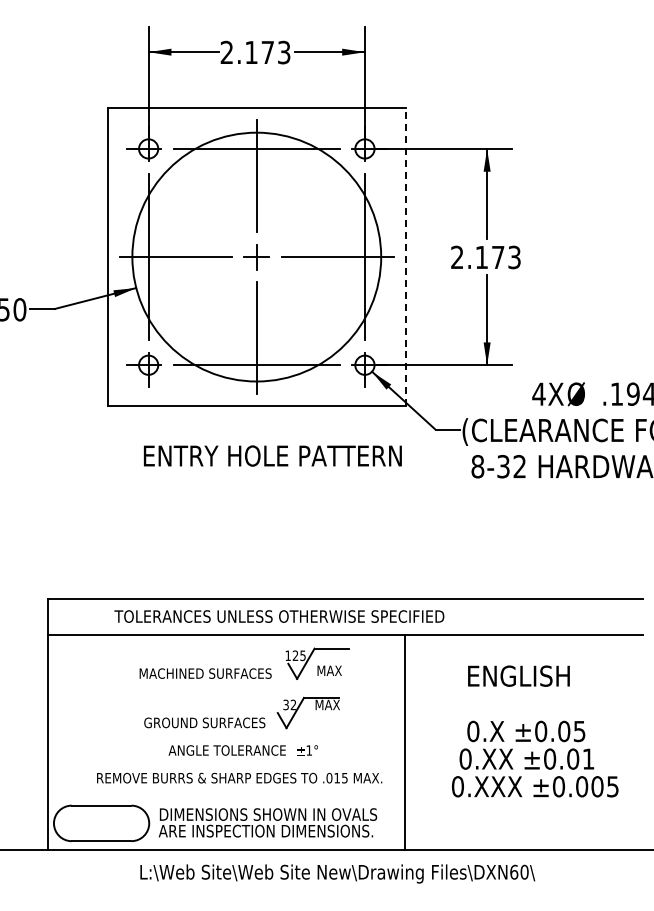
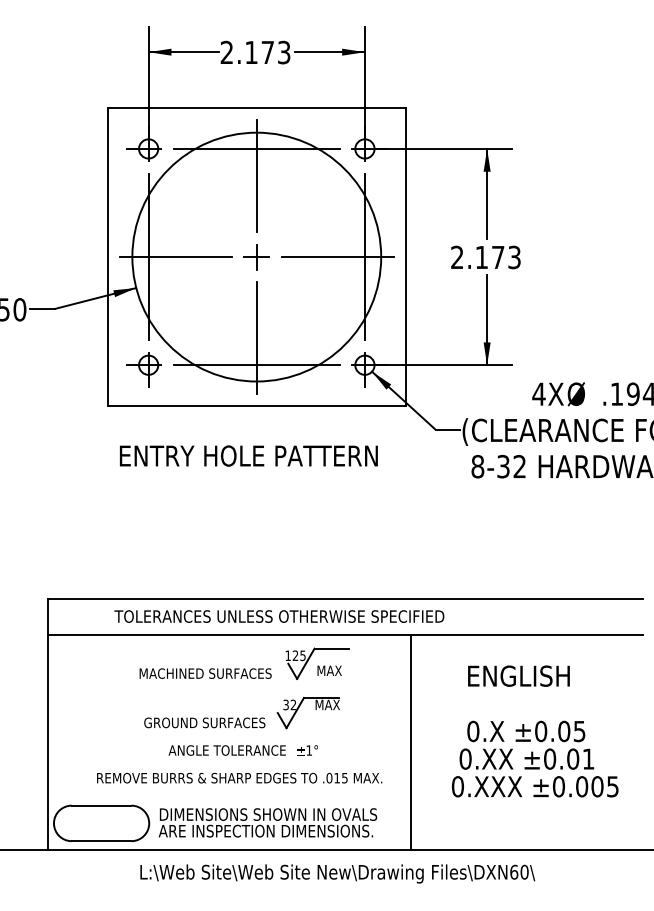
line at (406, 256): dashed -> solid
text at (272, 455) position: (272, 455) -> (248, 455)
line at (404, 742) position: (404, 742) -> (410, 742)
